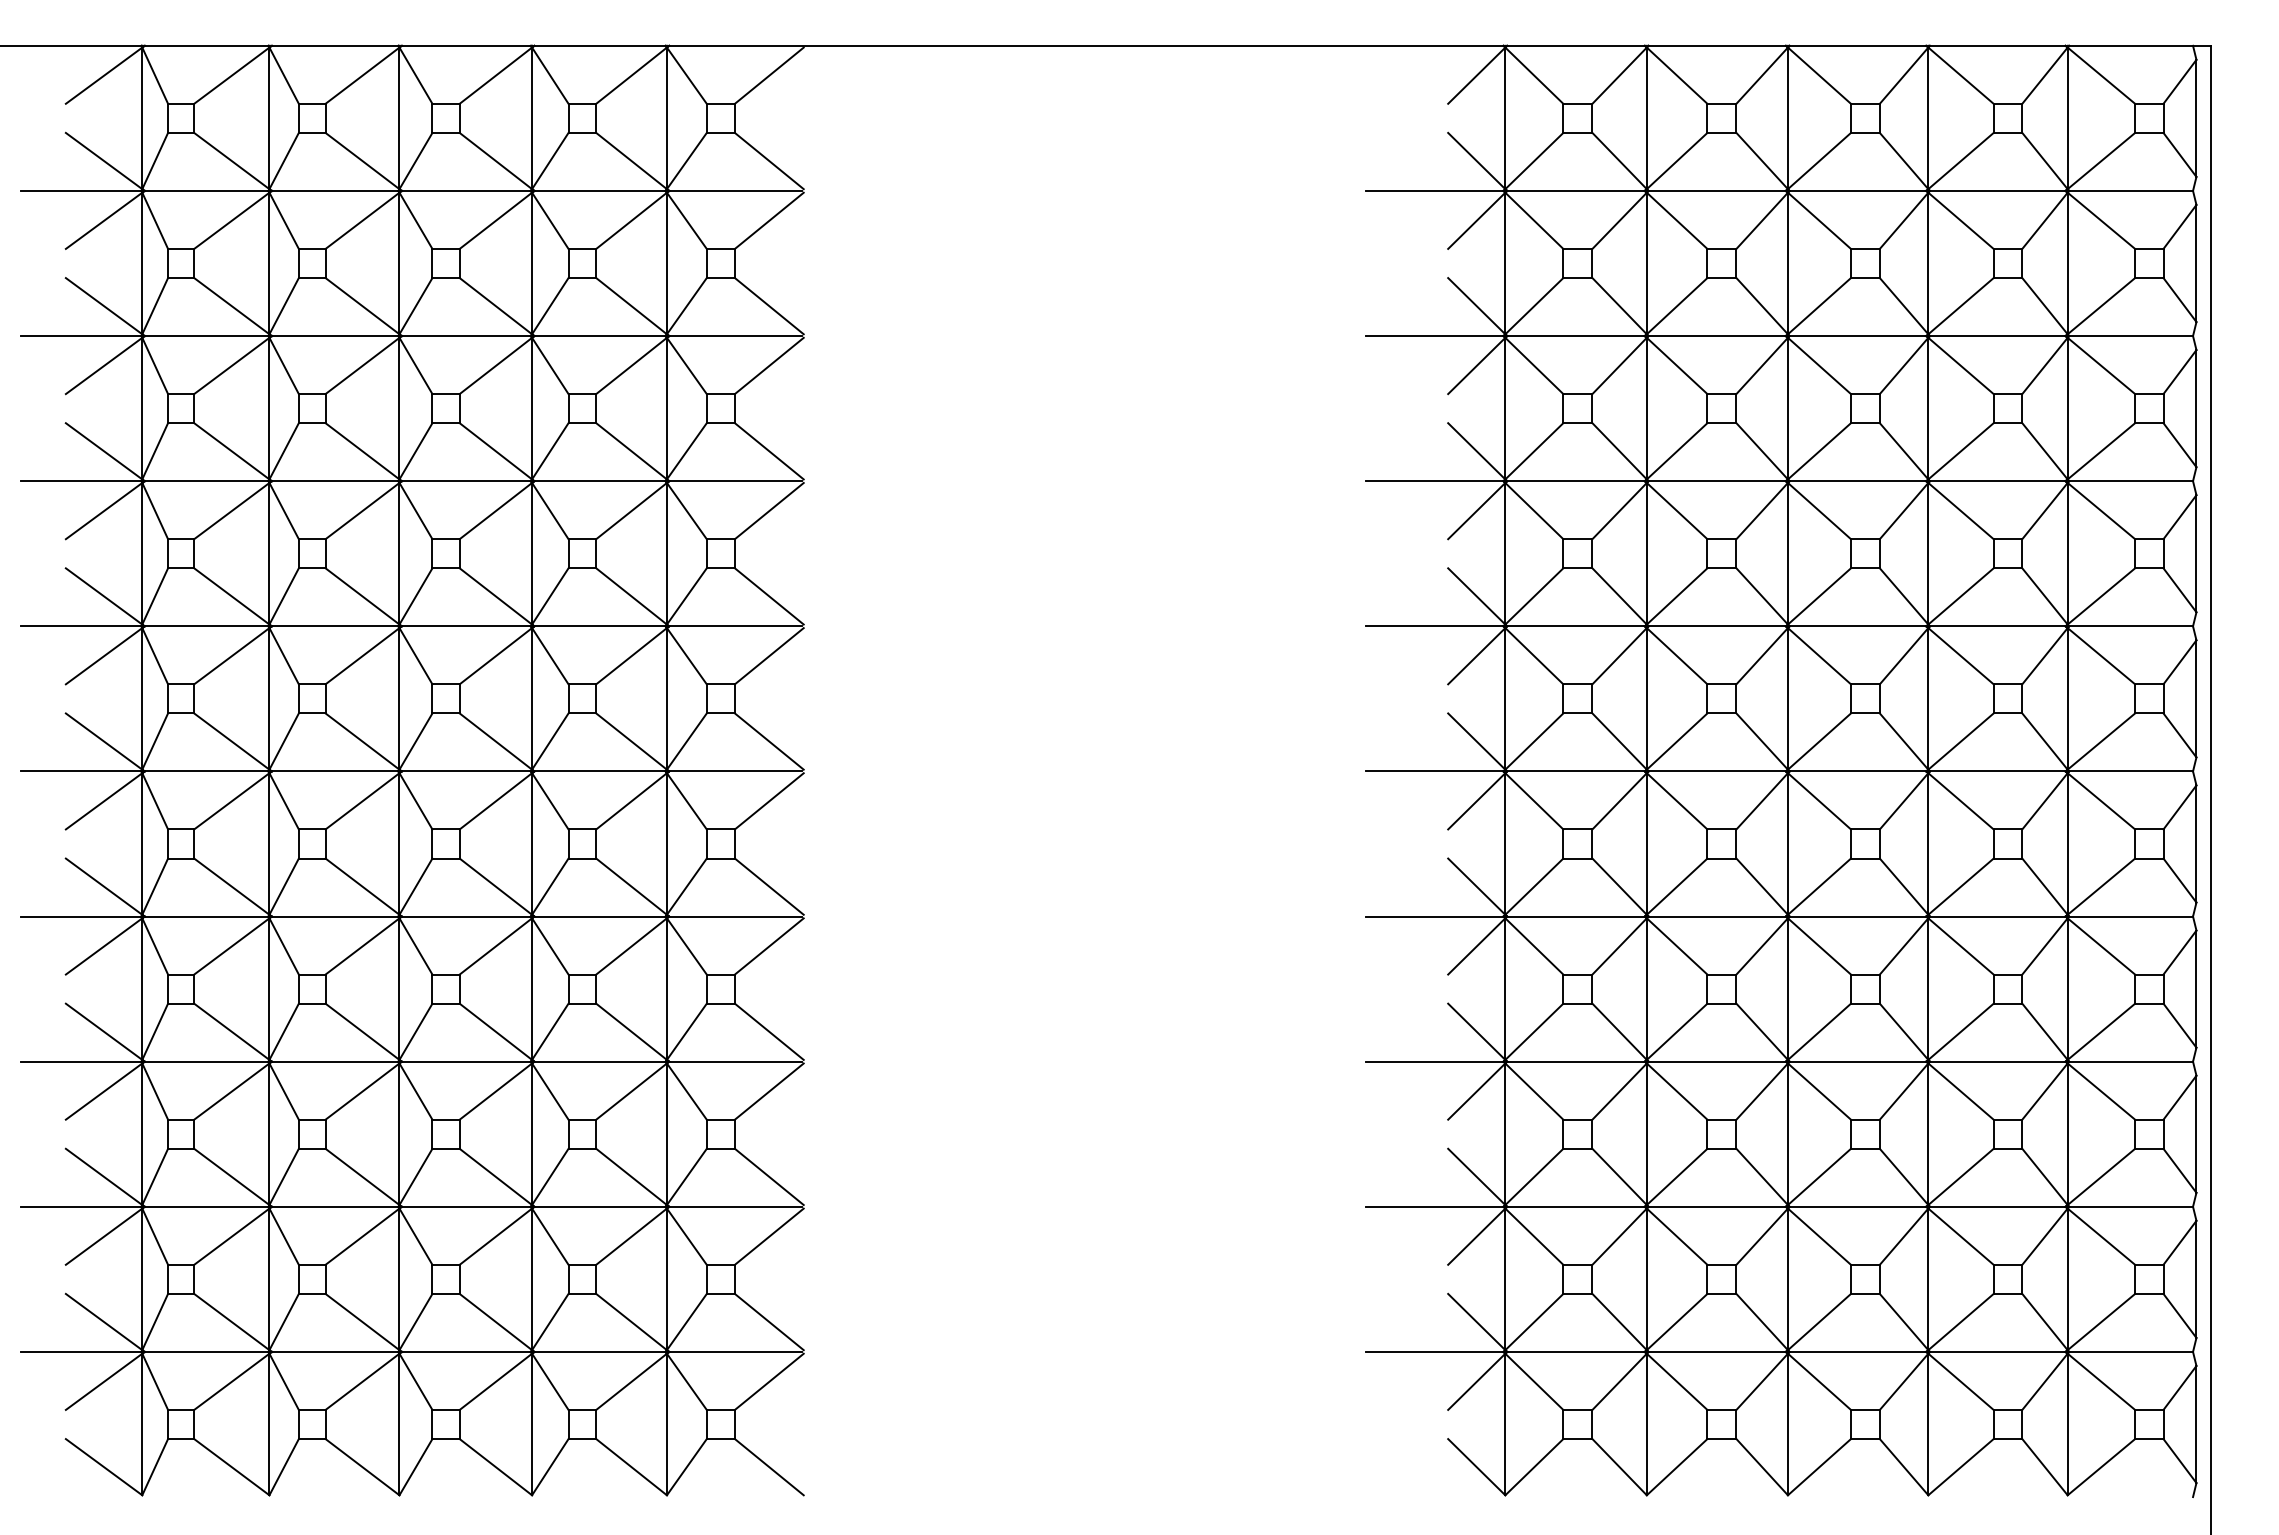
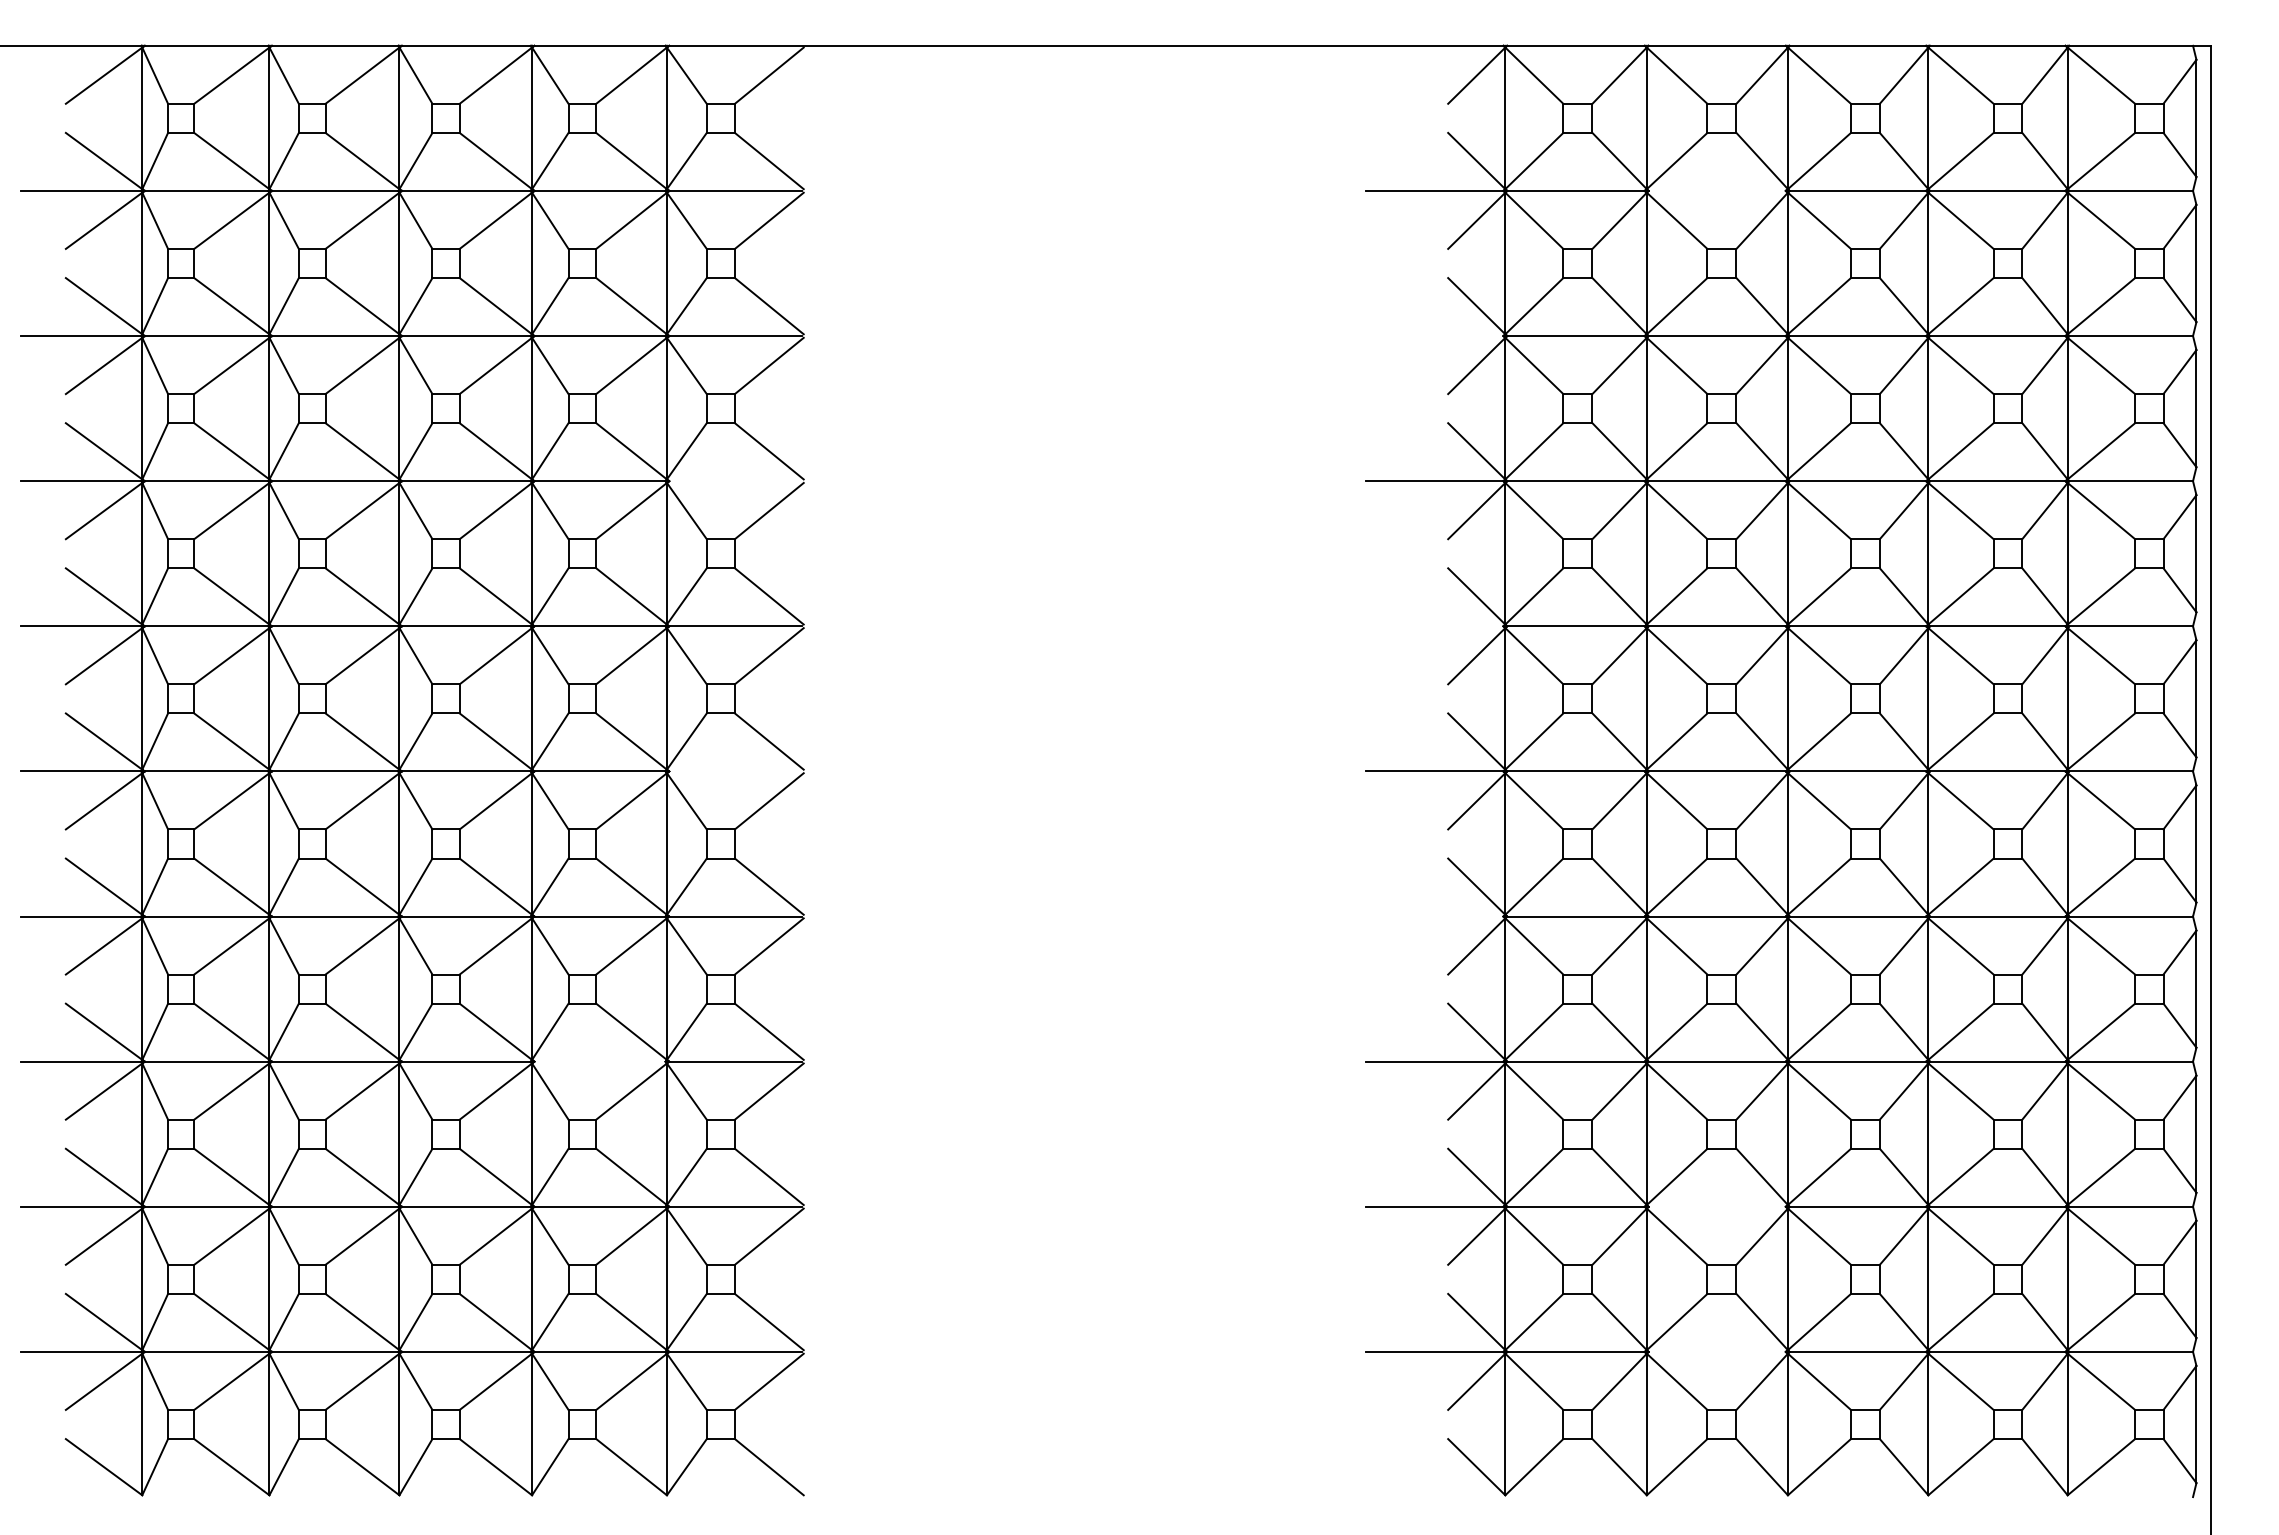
line at (1716, 190): present -> none
line at (1434, 336): present -> none
line at (735, 481): present -> none
line at (1434, 626): present -> none
line at (735, 771): present -> none
line at (1434, 916): present -> none
line at (599, 1061): present -> none
line at (1716, 1206): present -> none
line at (1716, 1351): present -> none
